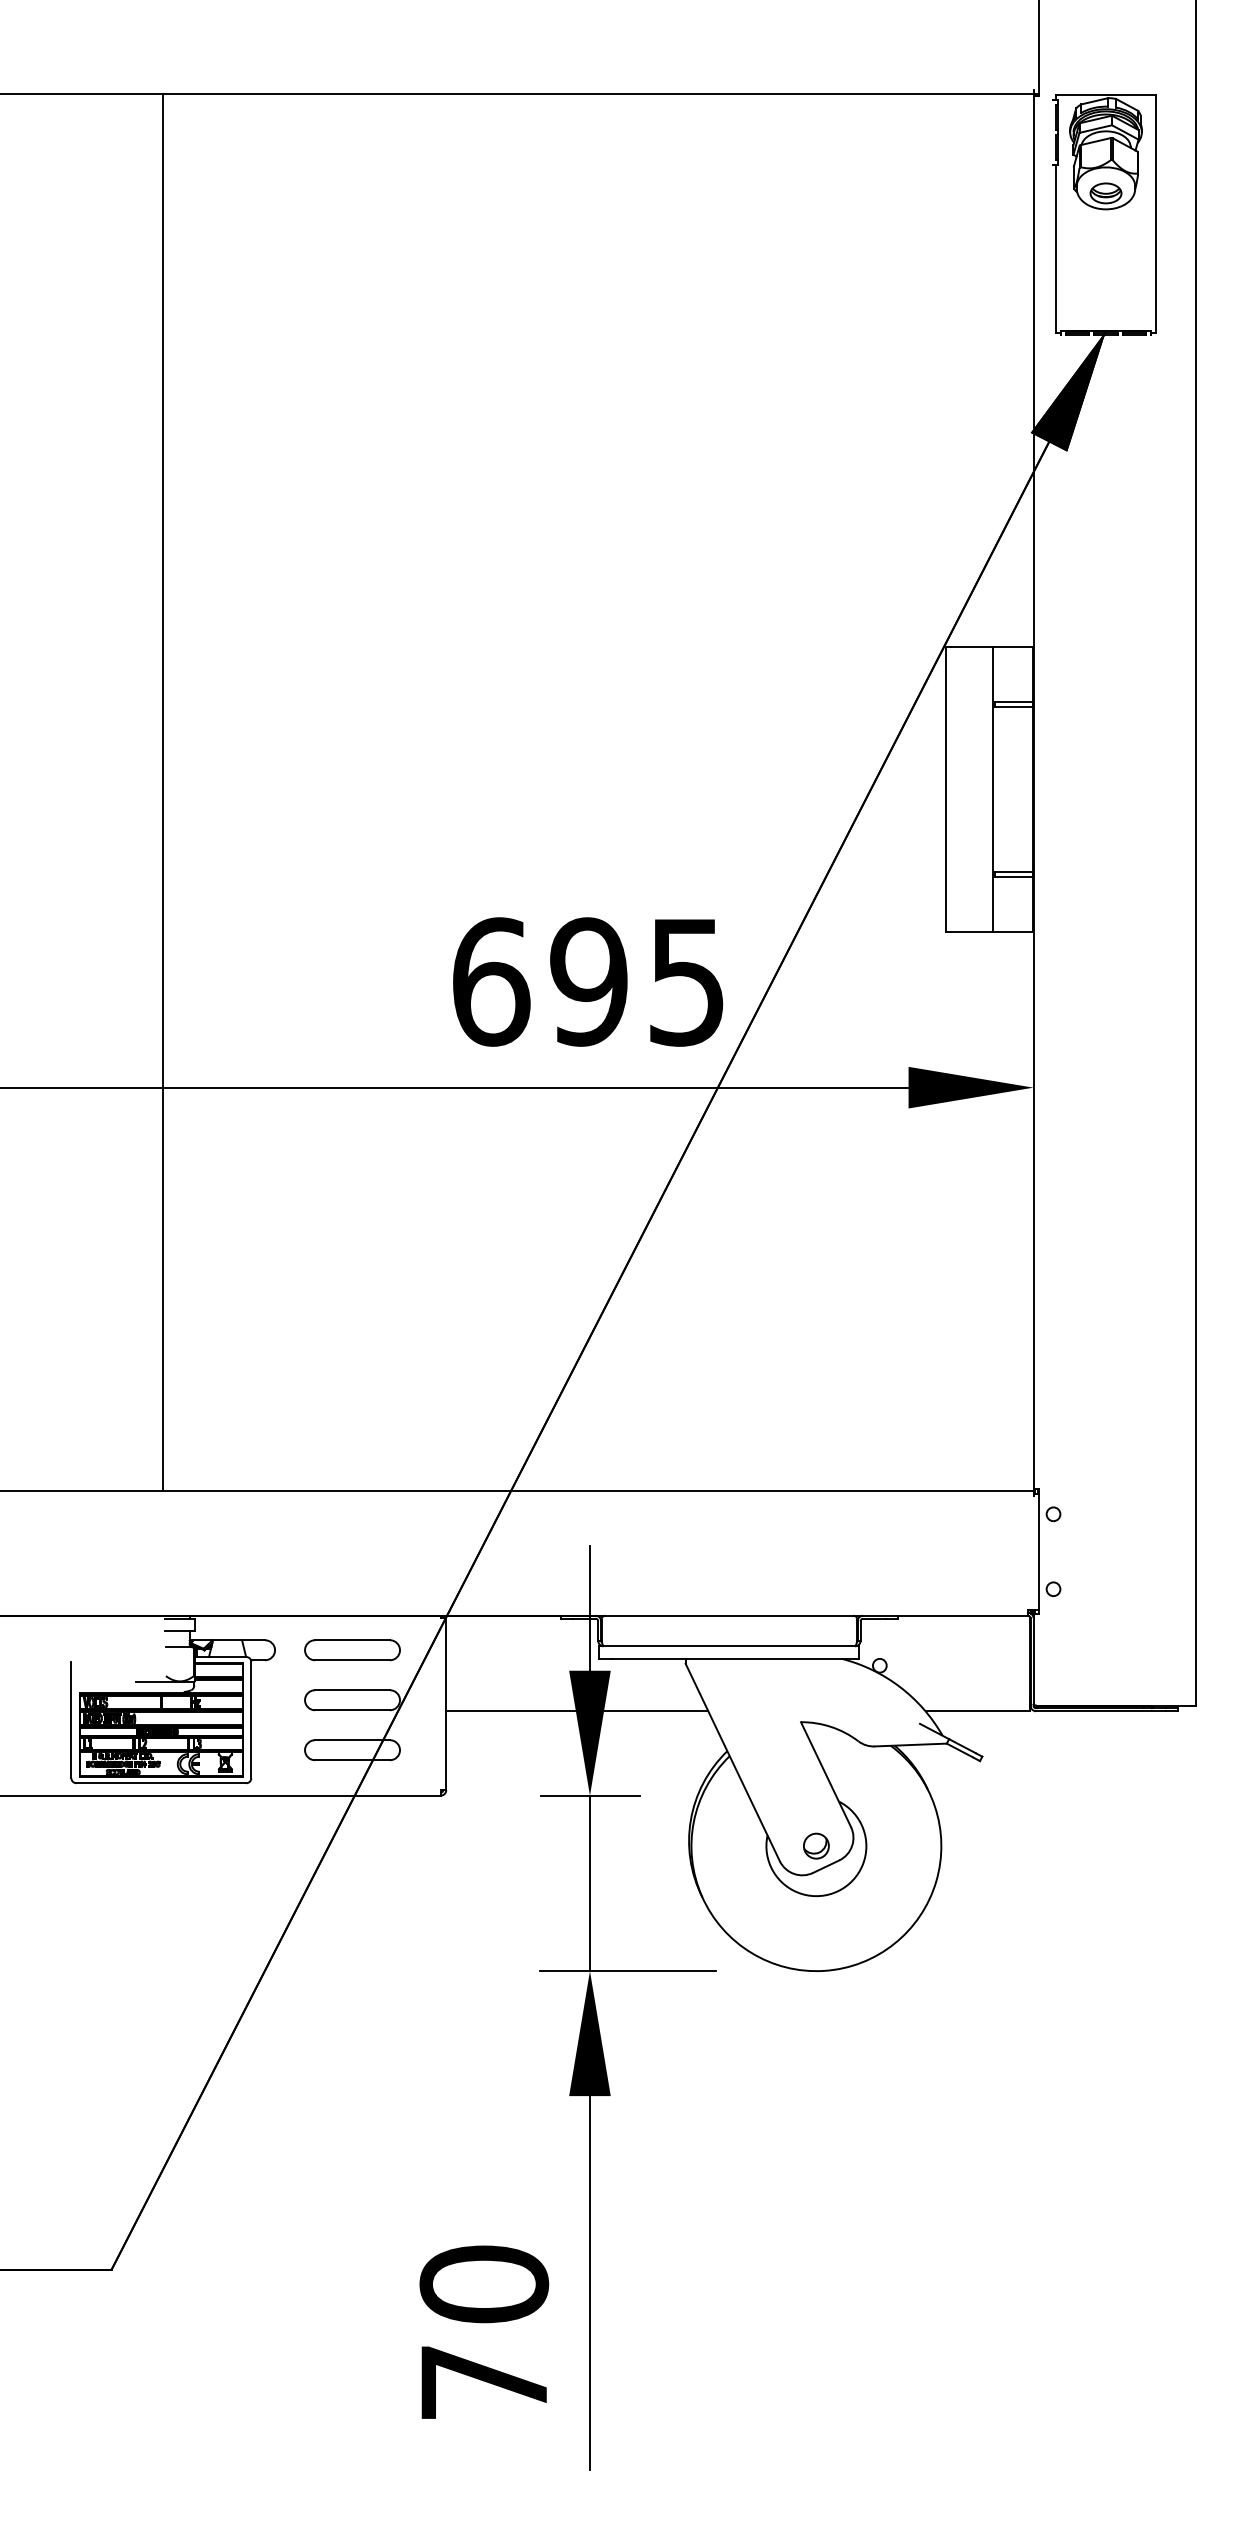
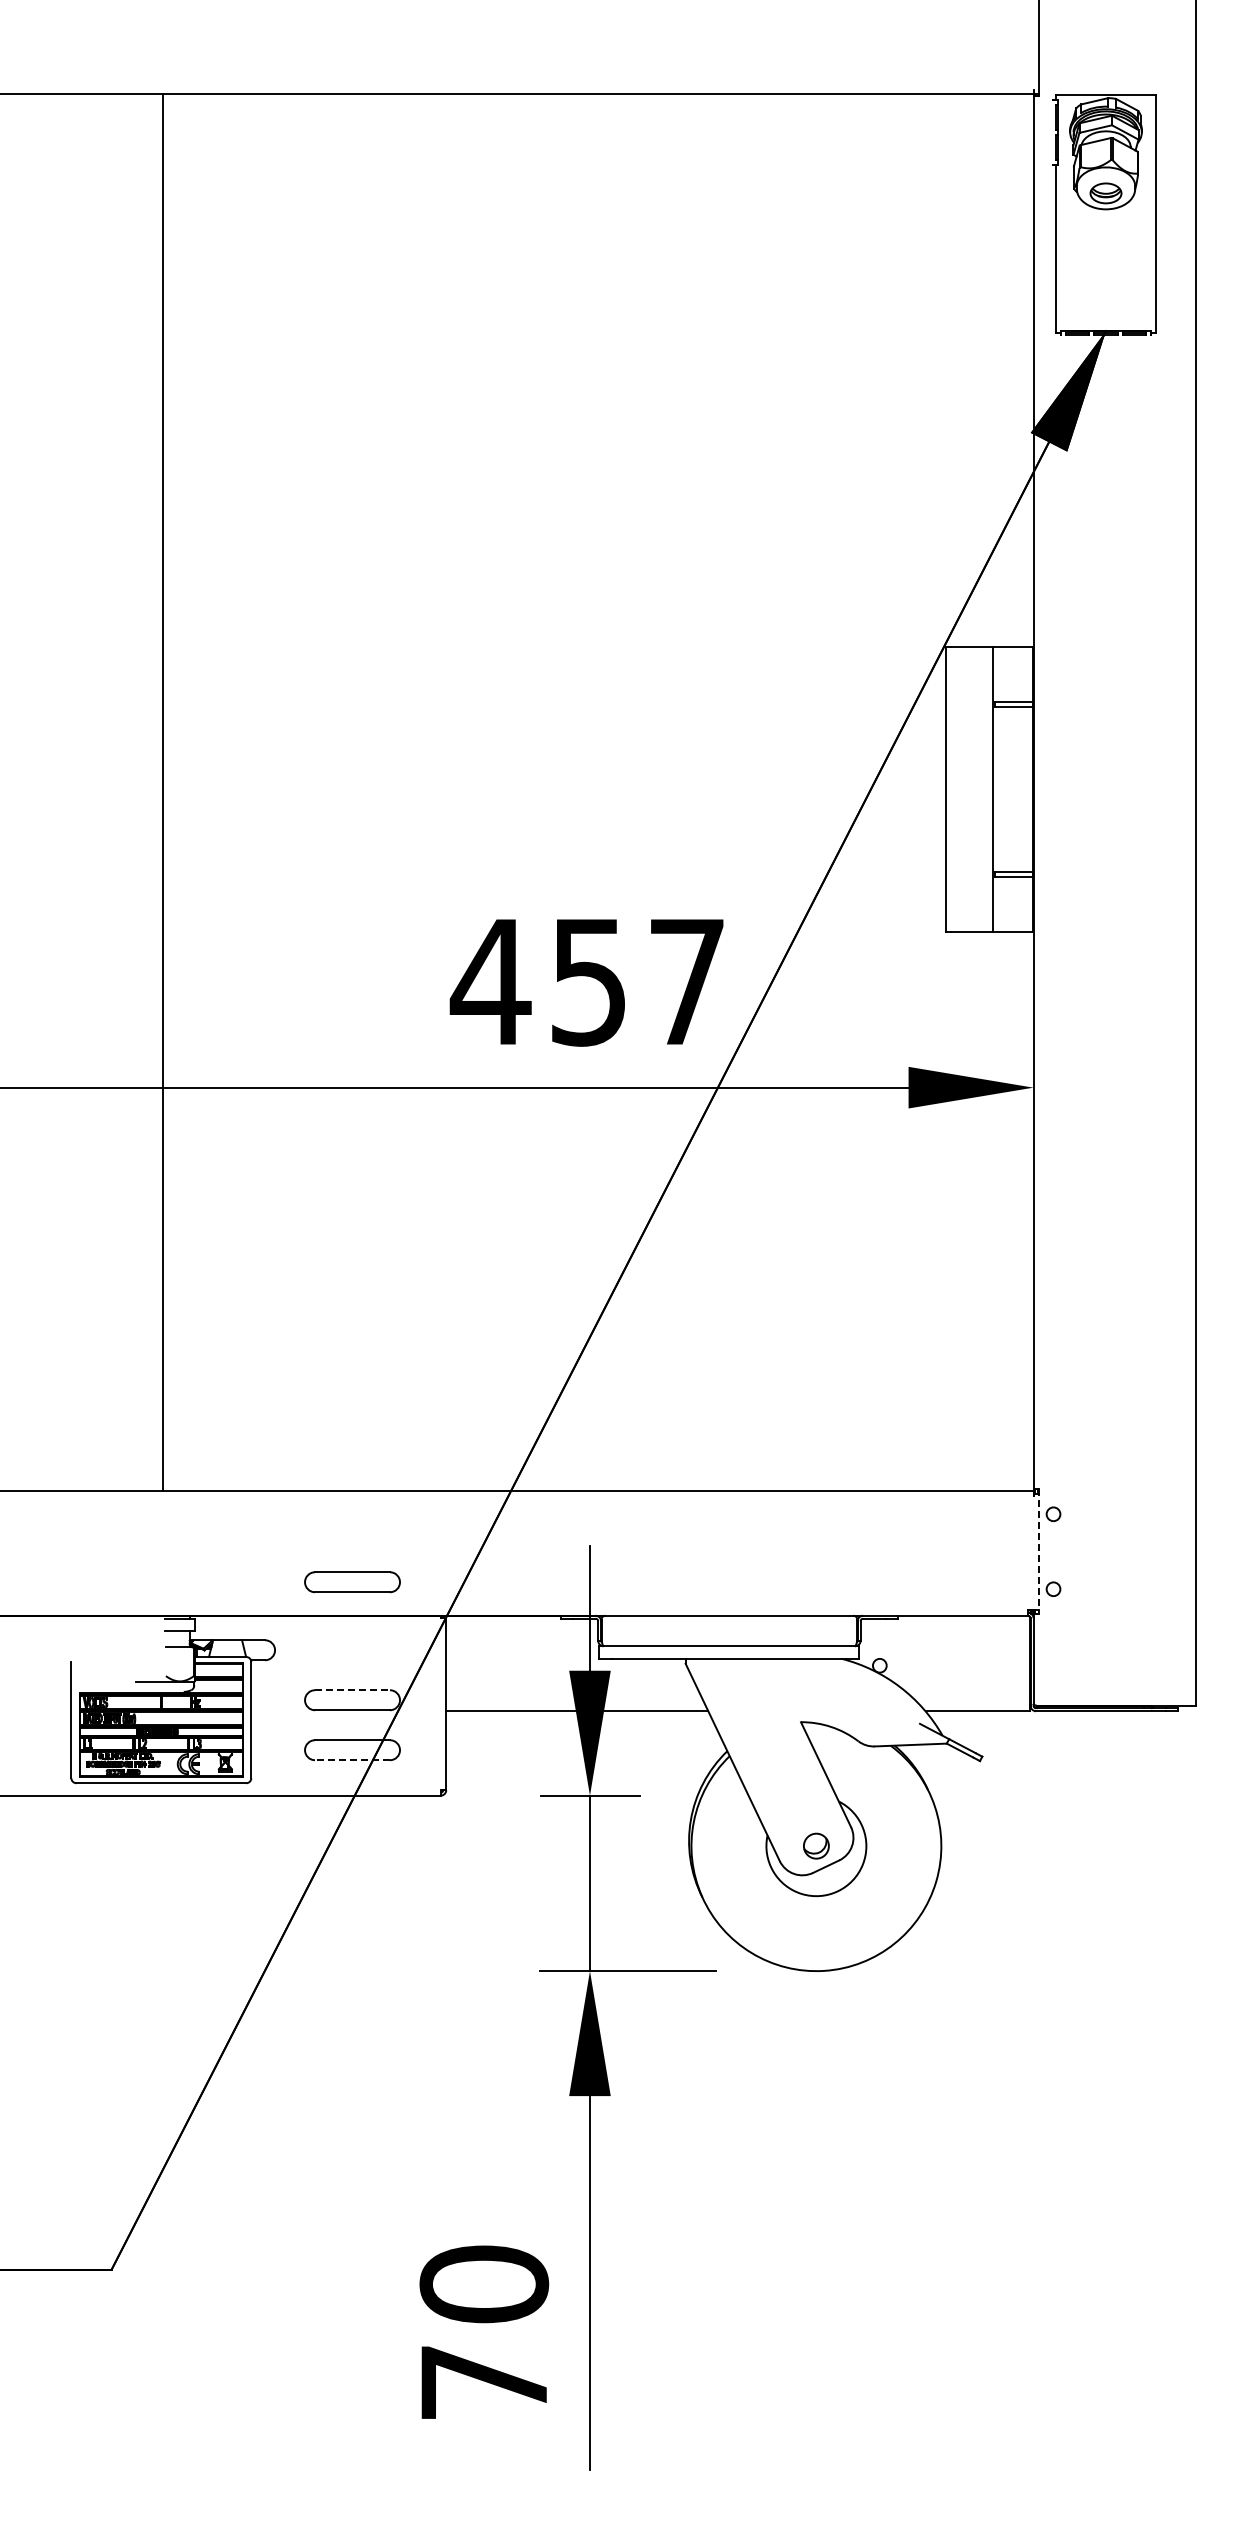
text at (586, 981): 695 -> 457
line at (1038, 1552): solid -> dashed
part at (352, 1650) position: (352, 1650) -> (352, 1582)
line at (353, 1690): solid -> dashed
line at (352, 1760): solid -> dashed
